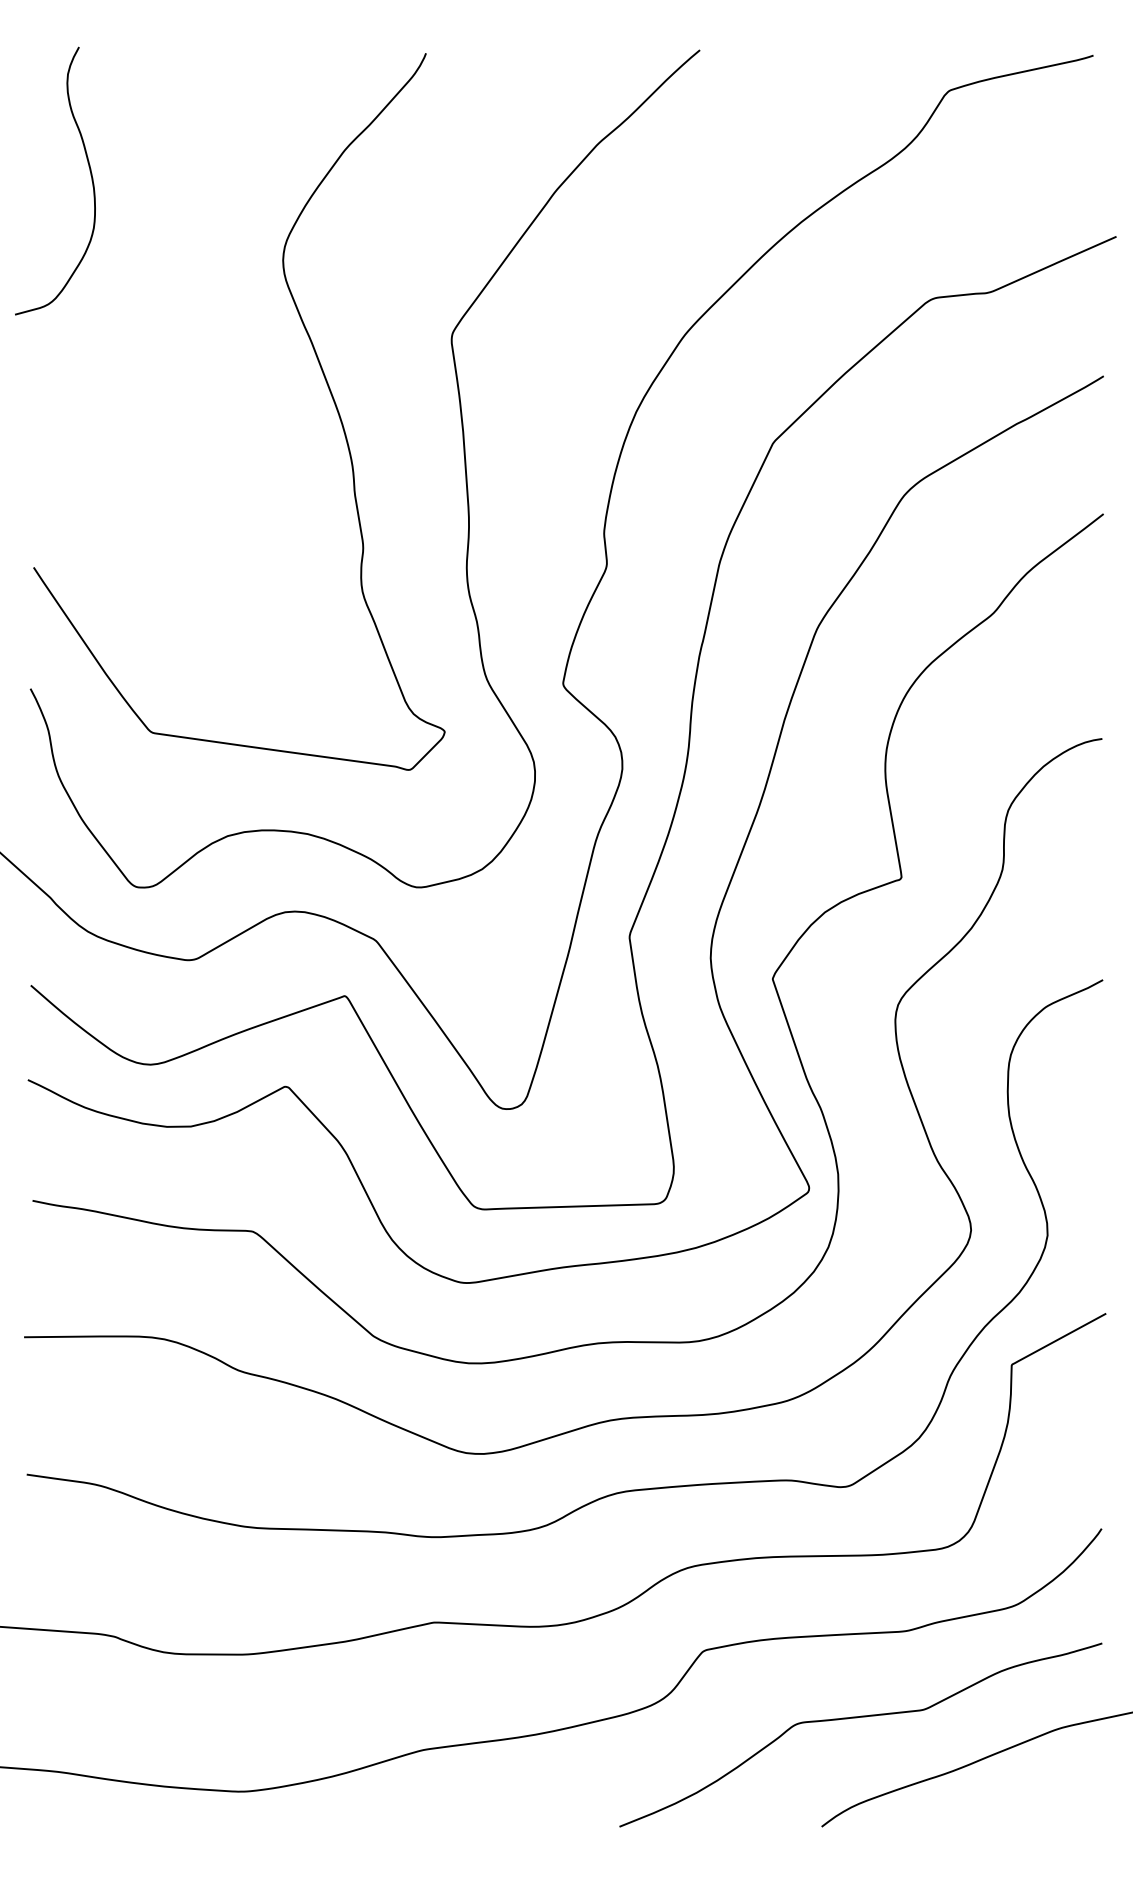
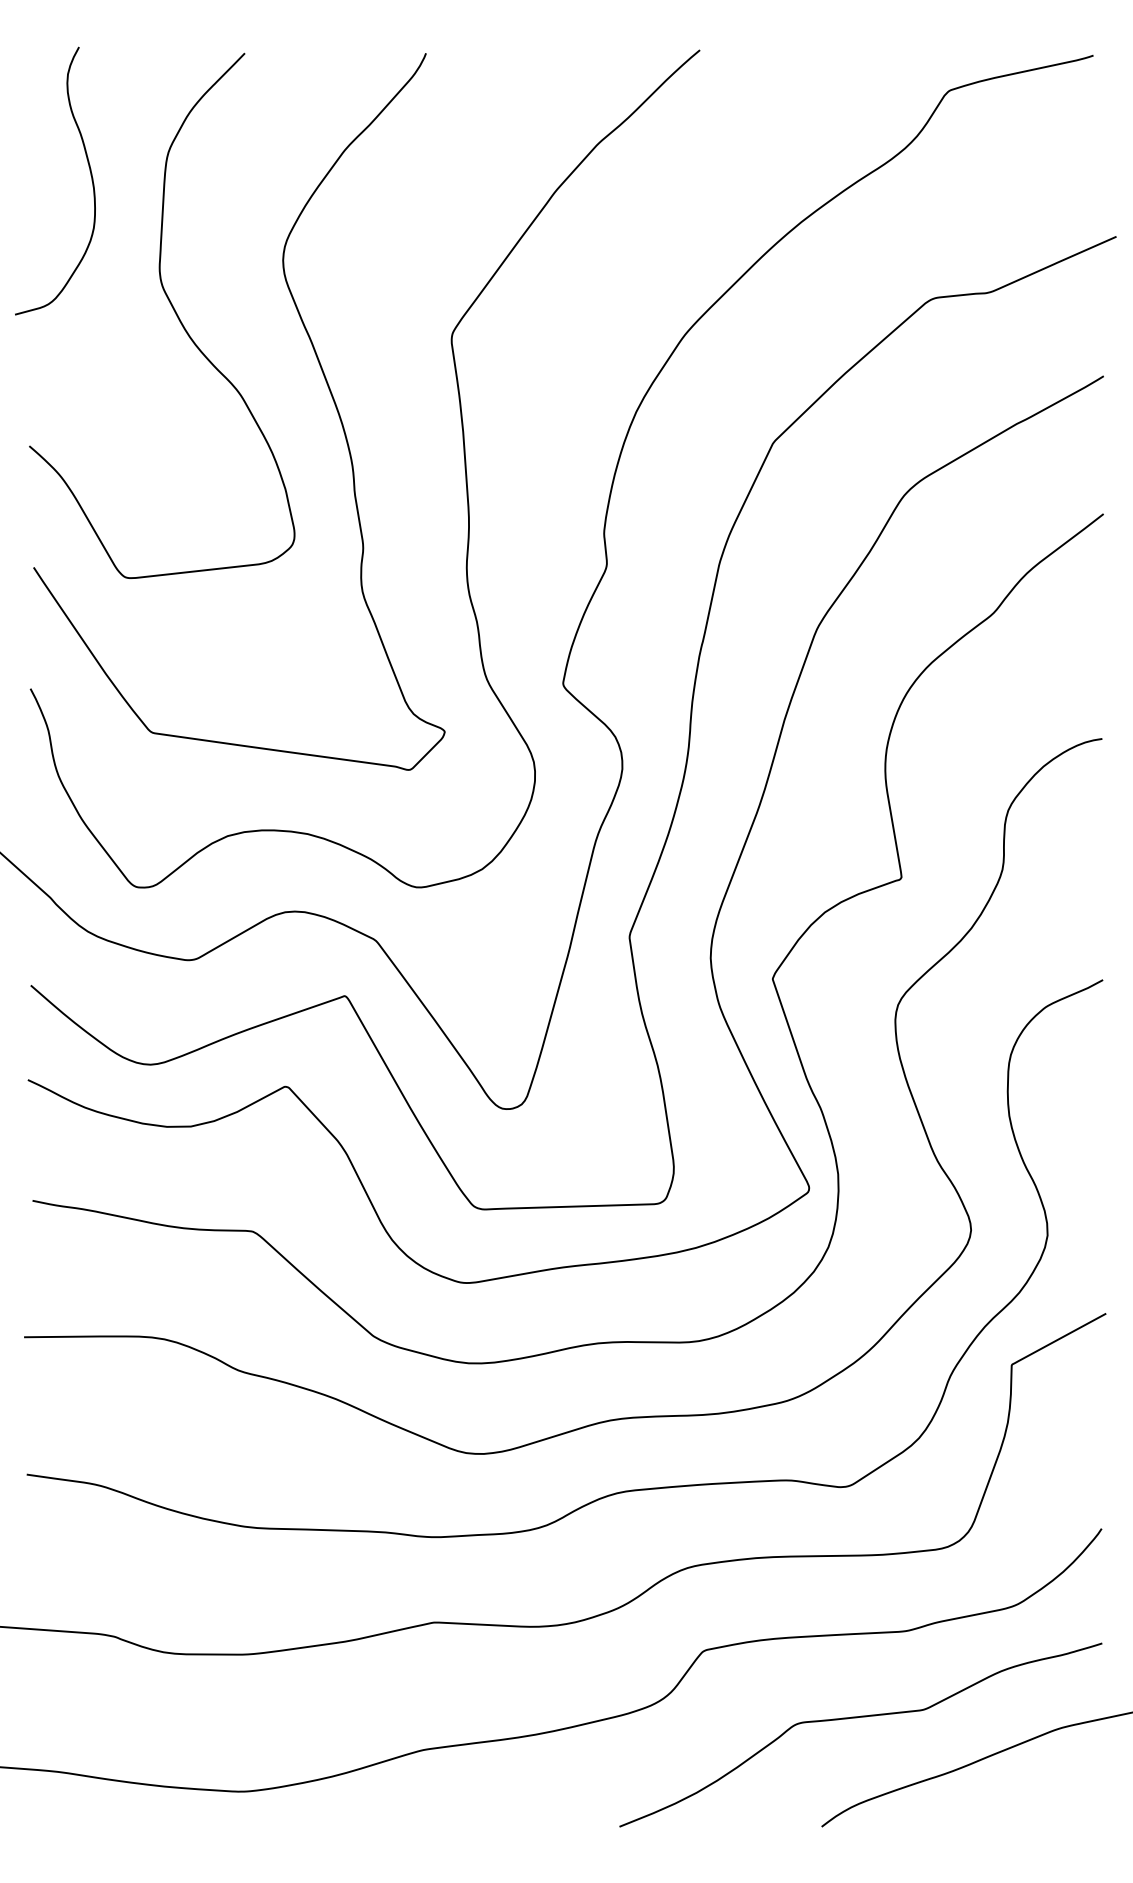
curve at (173, 310): none -> present
